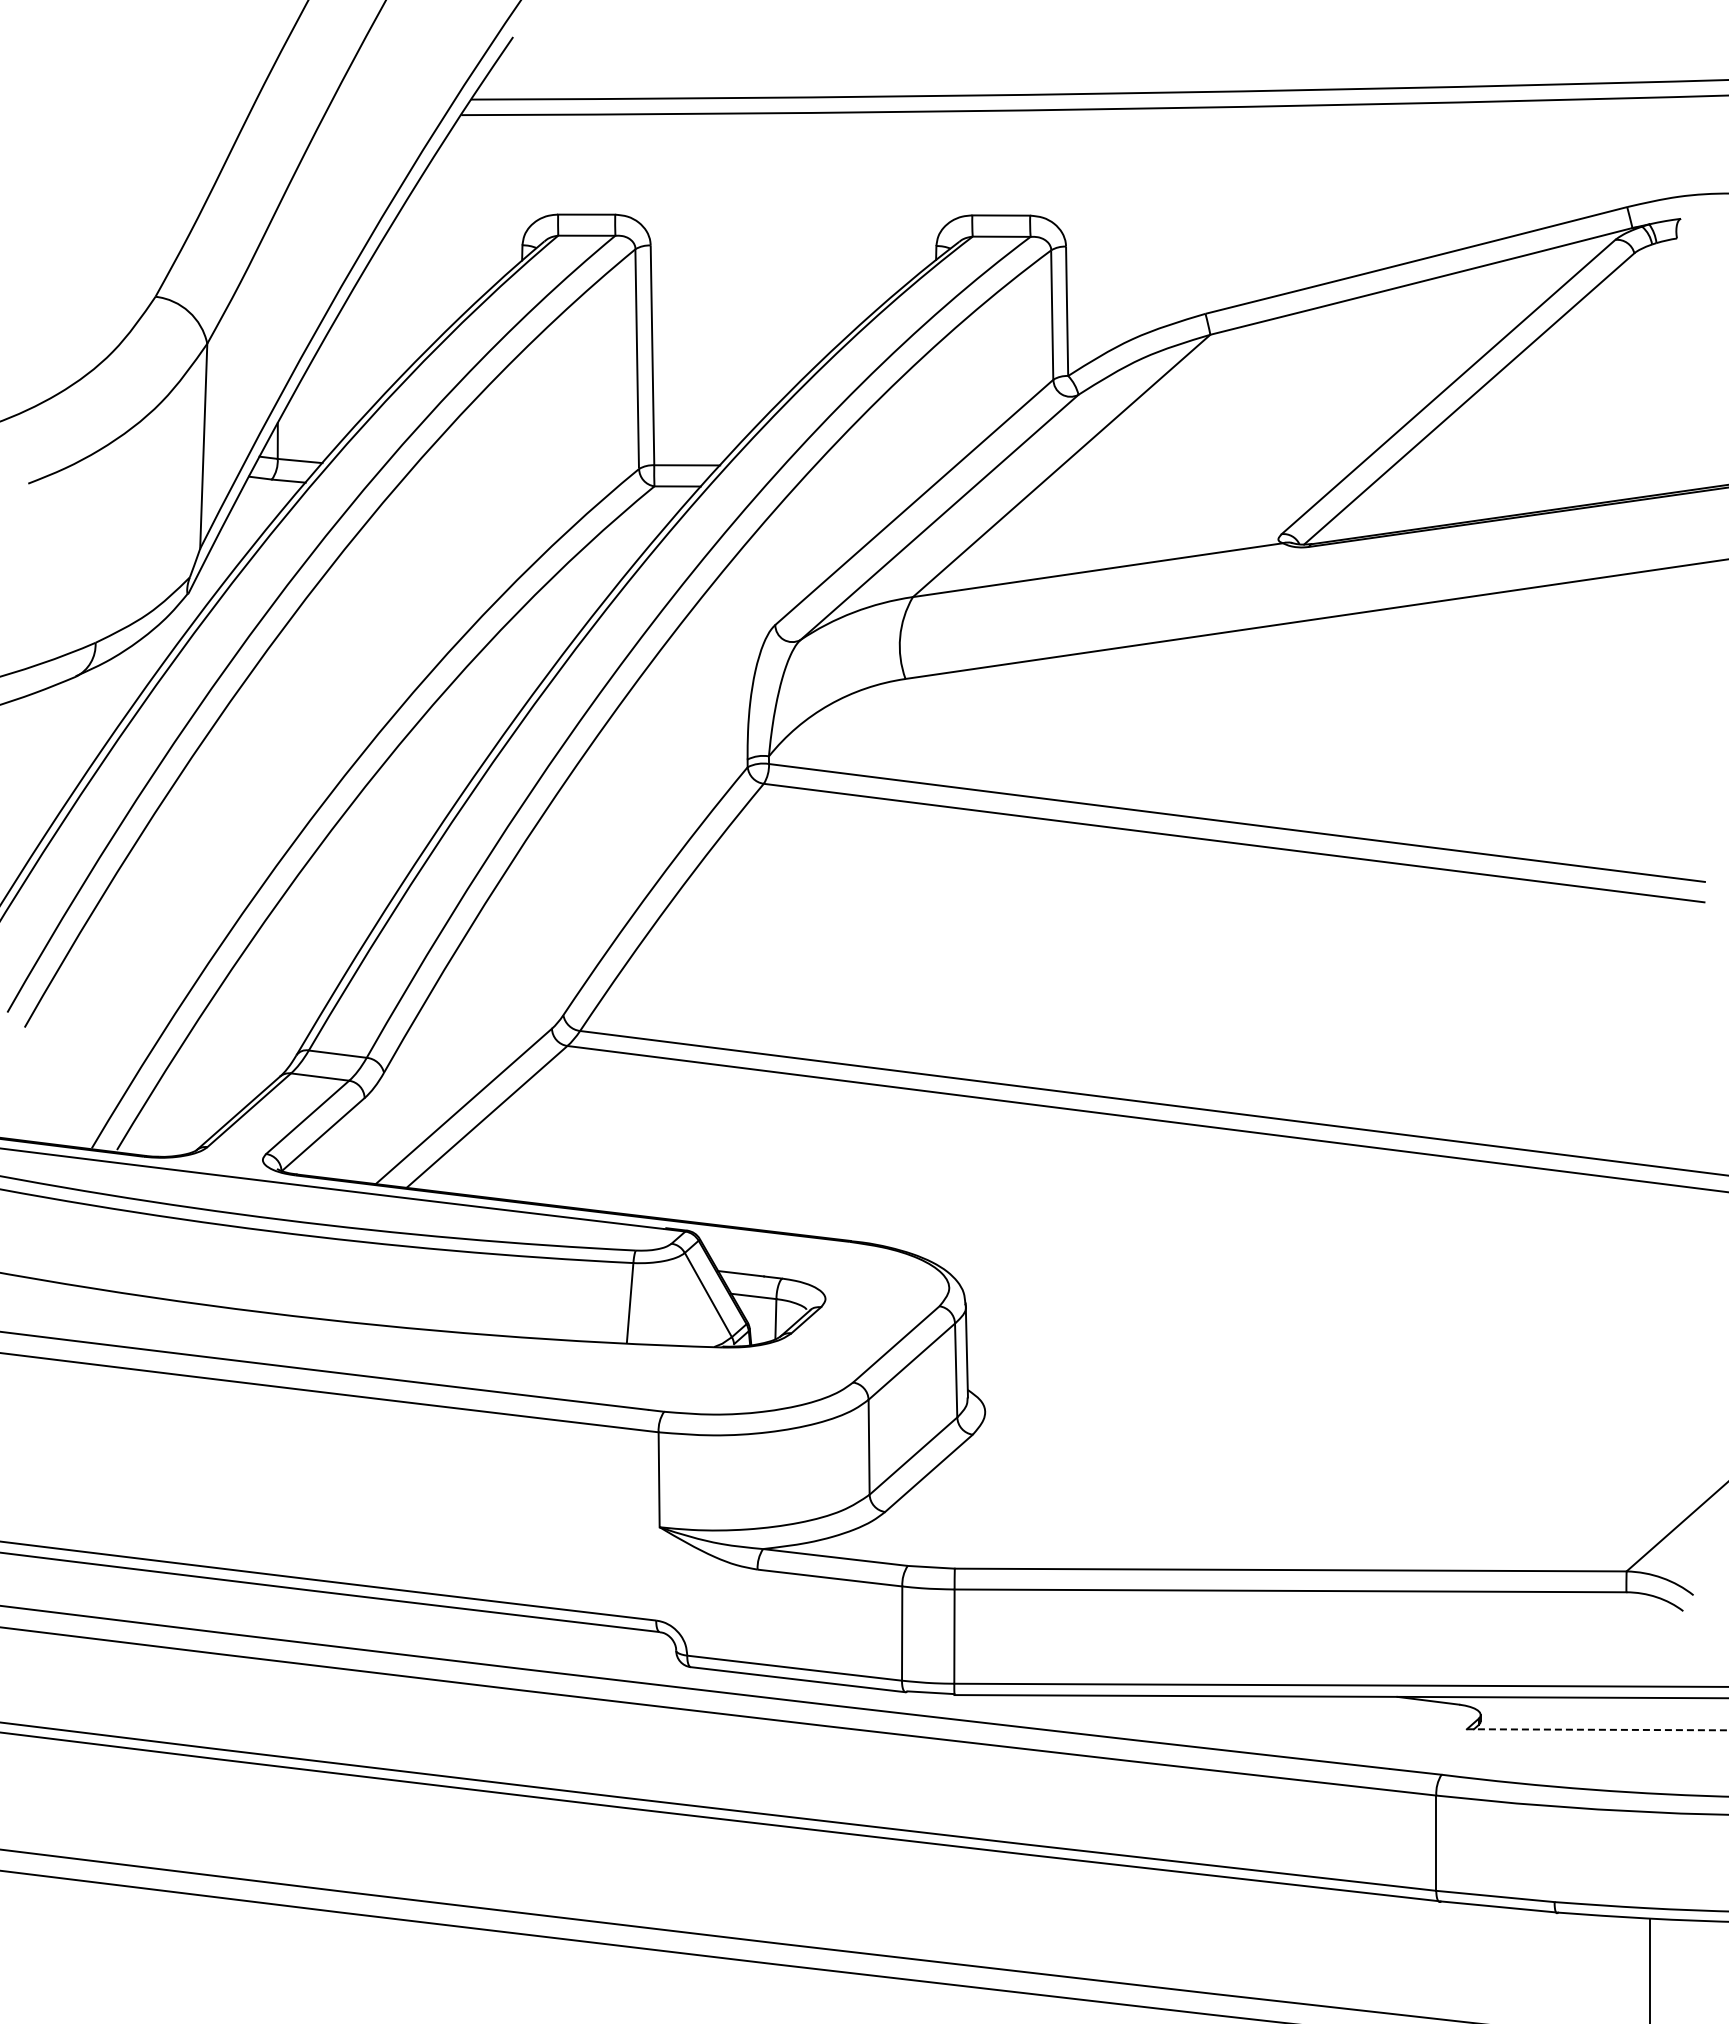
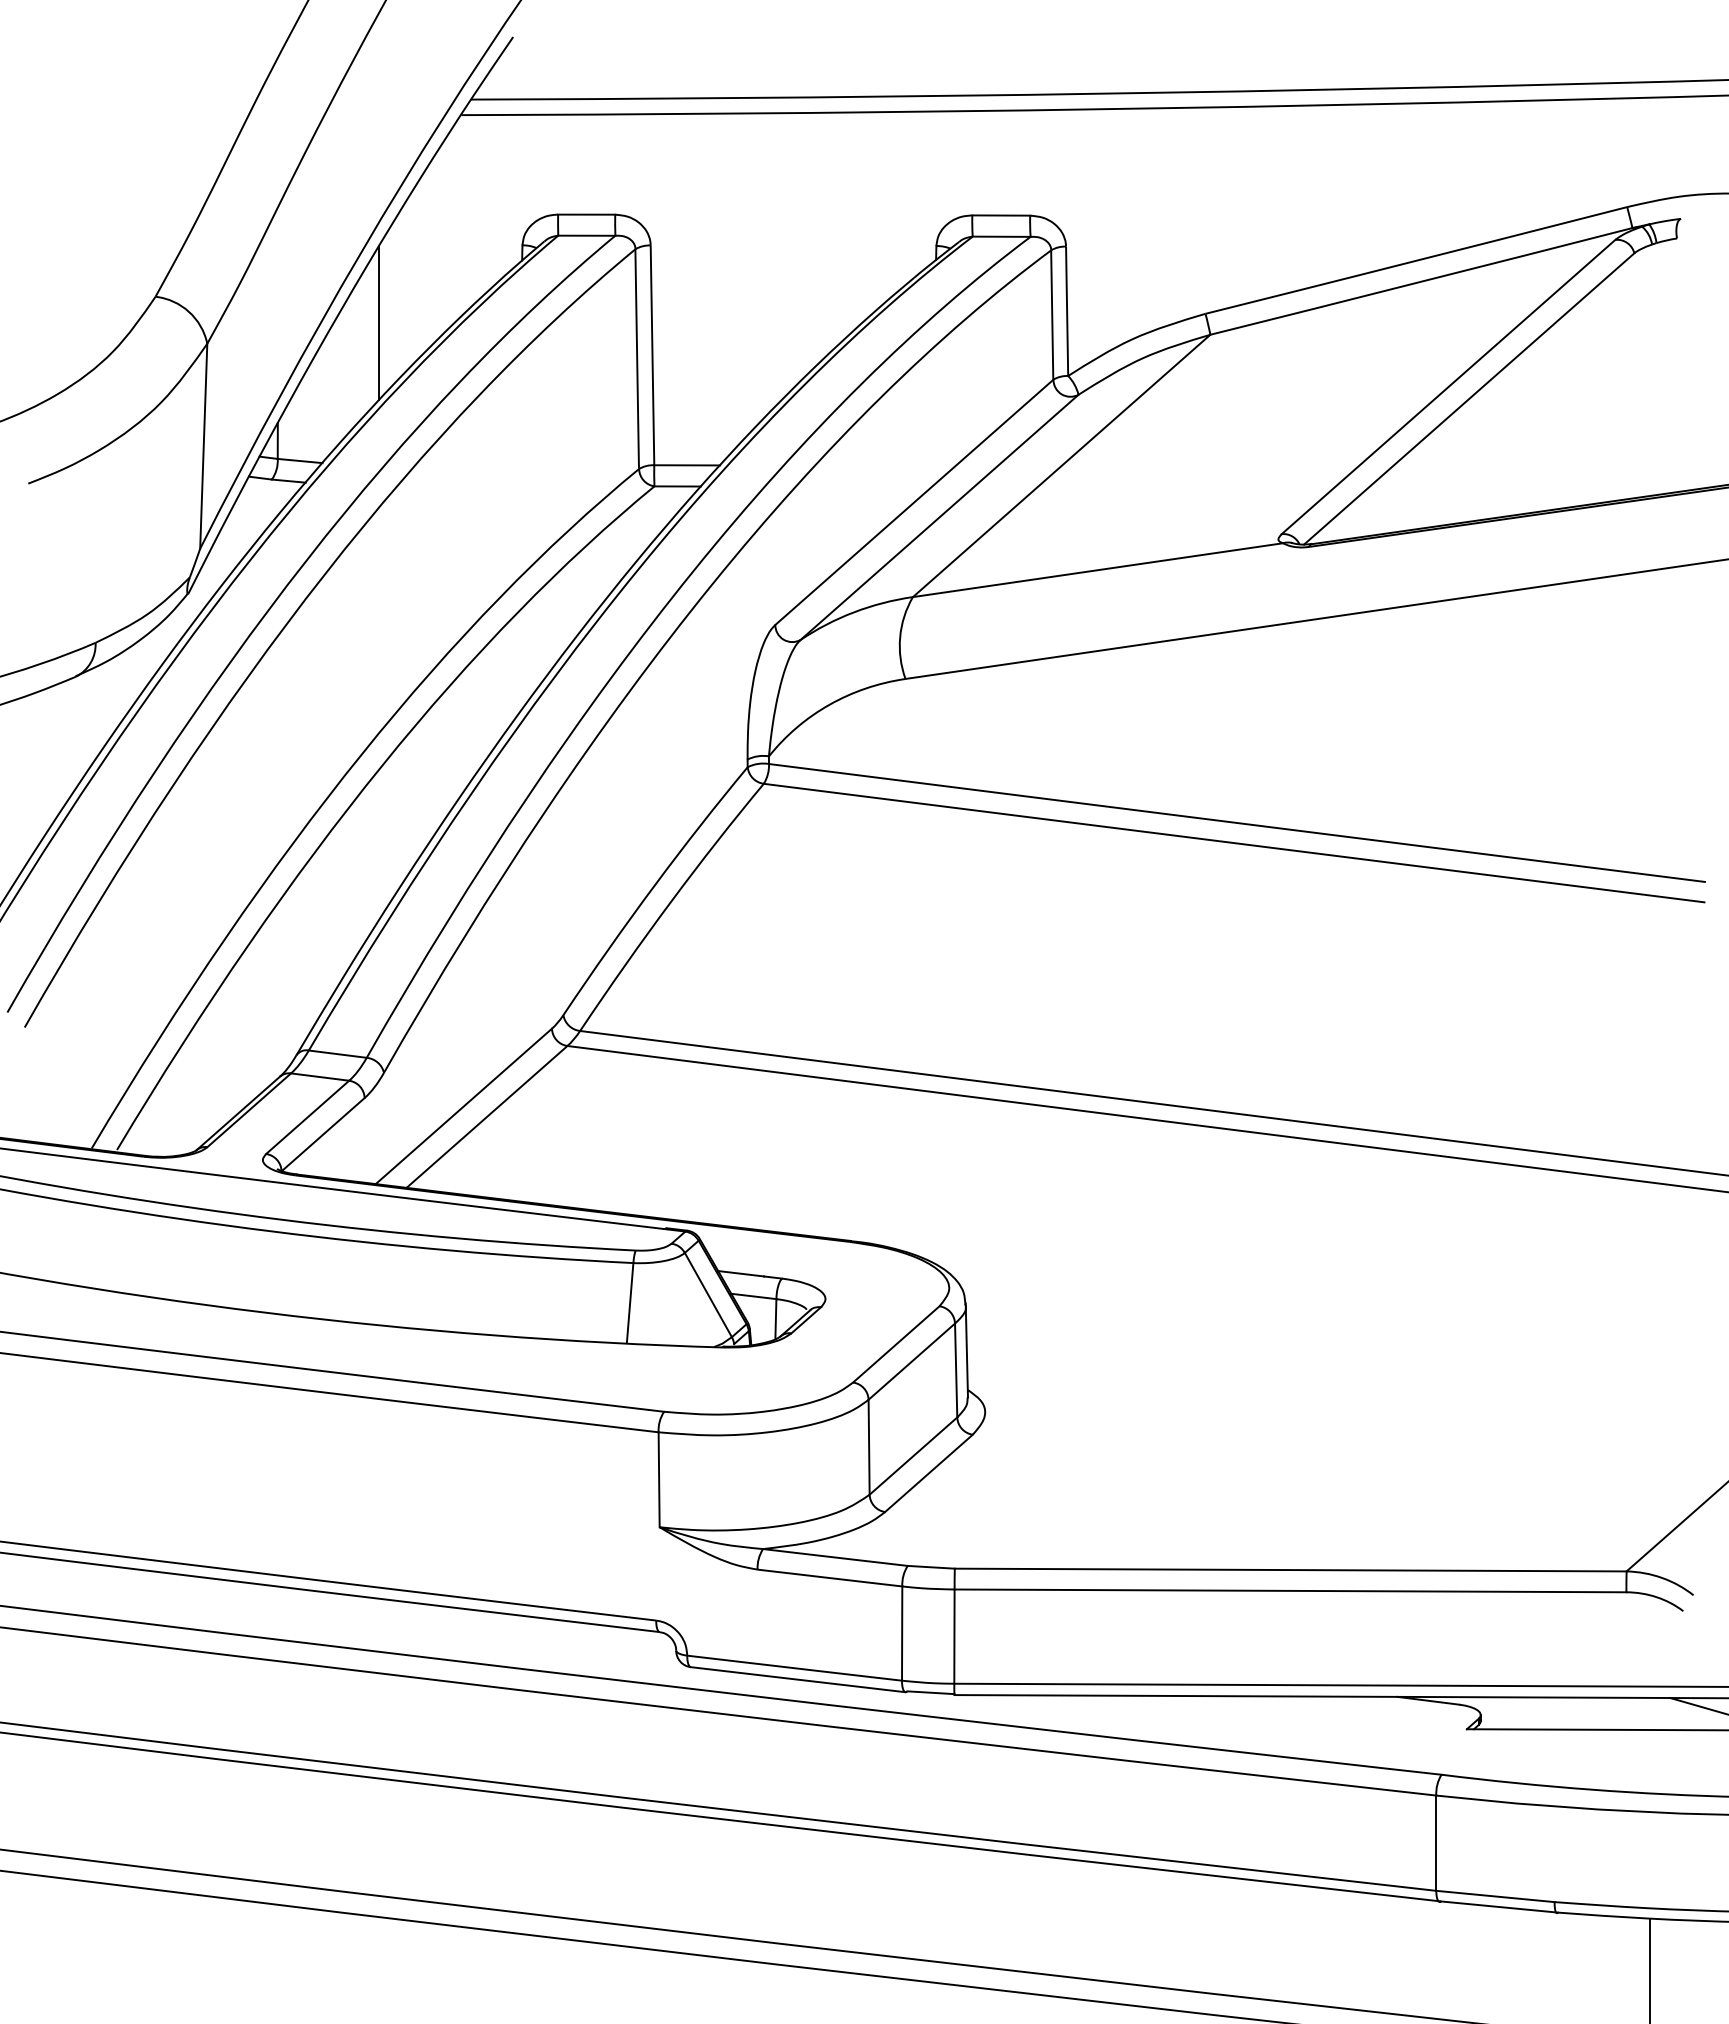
line at (379, 322): none -> present
line at (1697, 1705): none -> present
line at (1597, 1729): dashed -> solid
